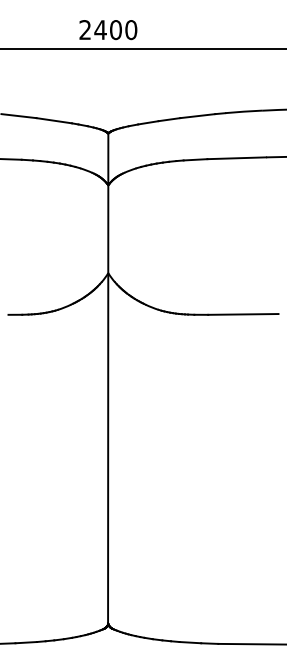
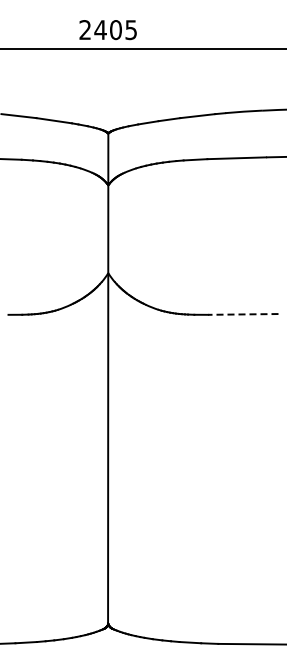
text at (131, 30): 2400 -> 2405
line at (242, 314): solid -> dashed
